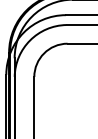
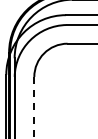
line at (34, 107): solid -> dashed
